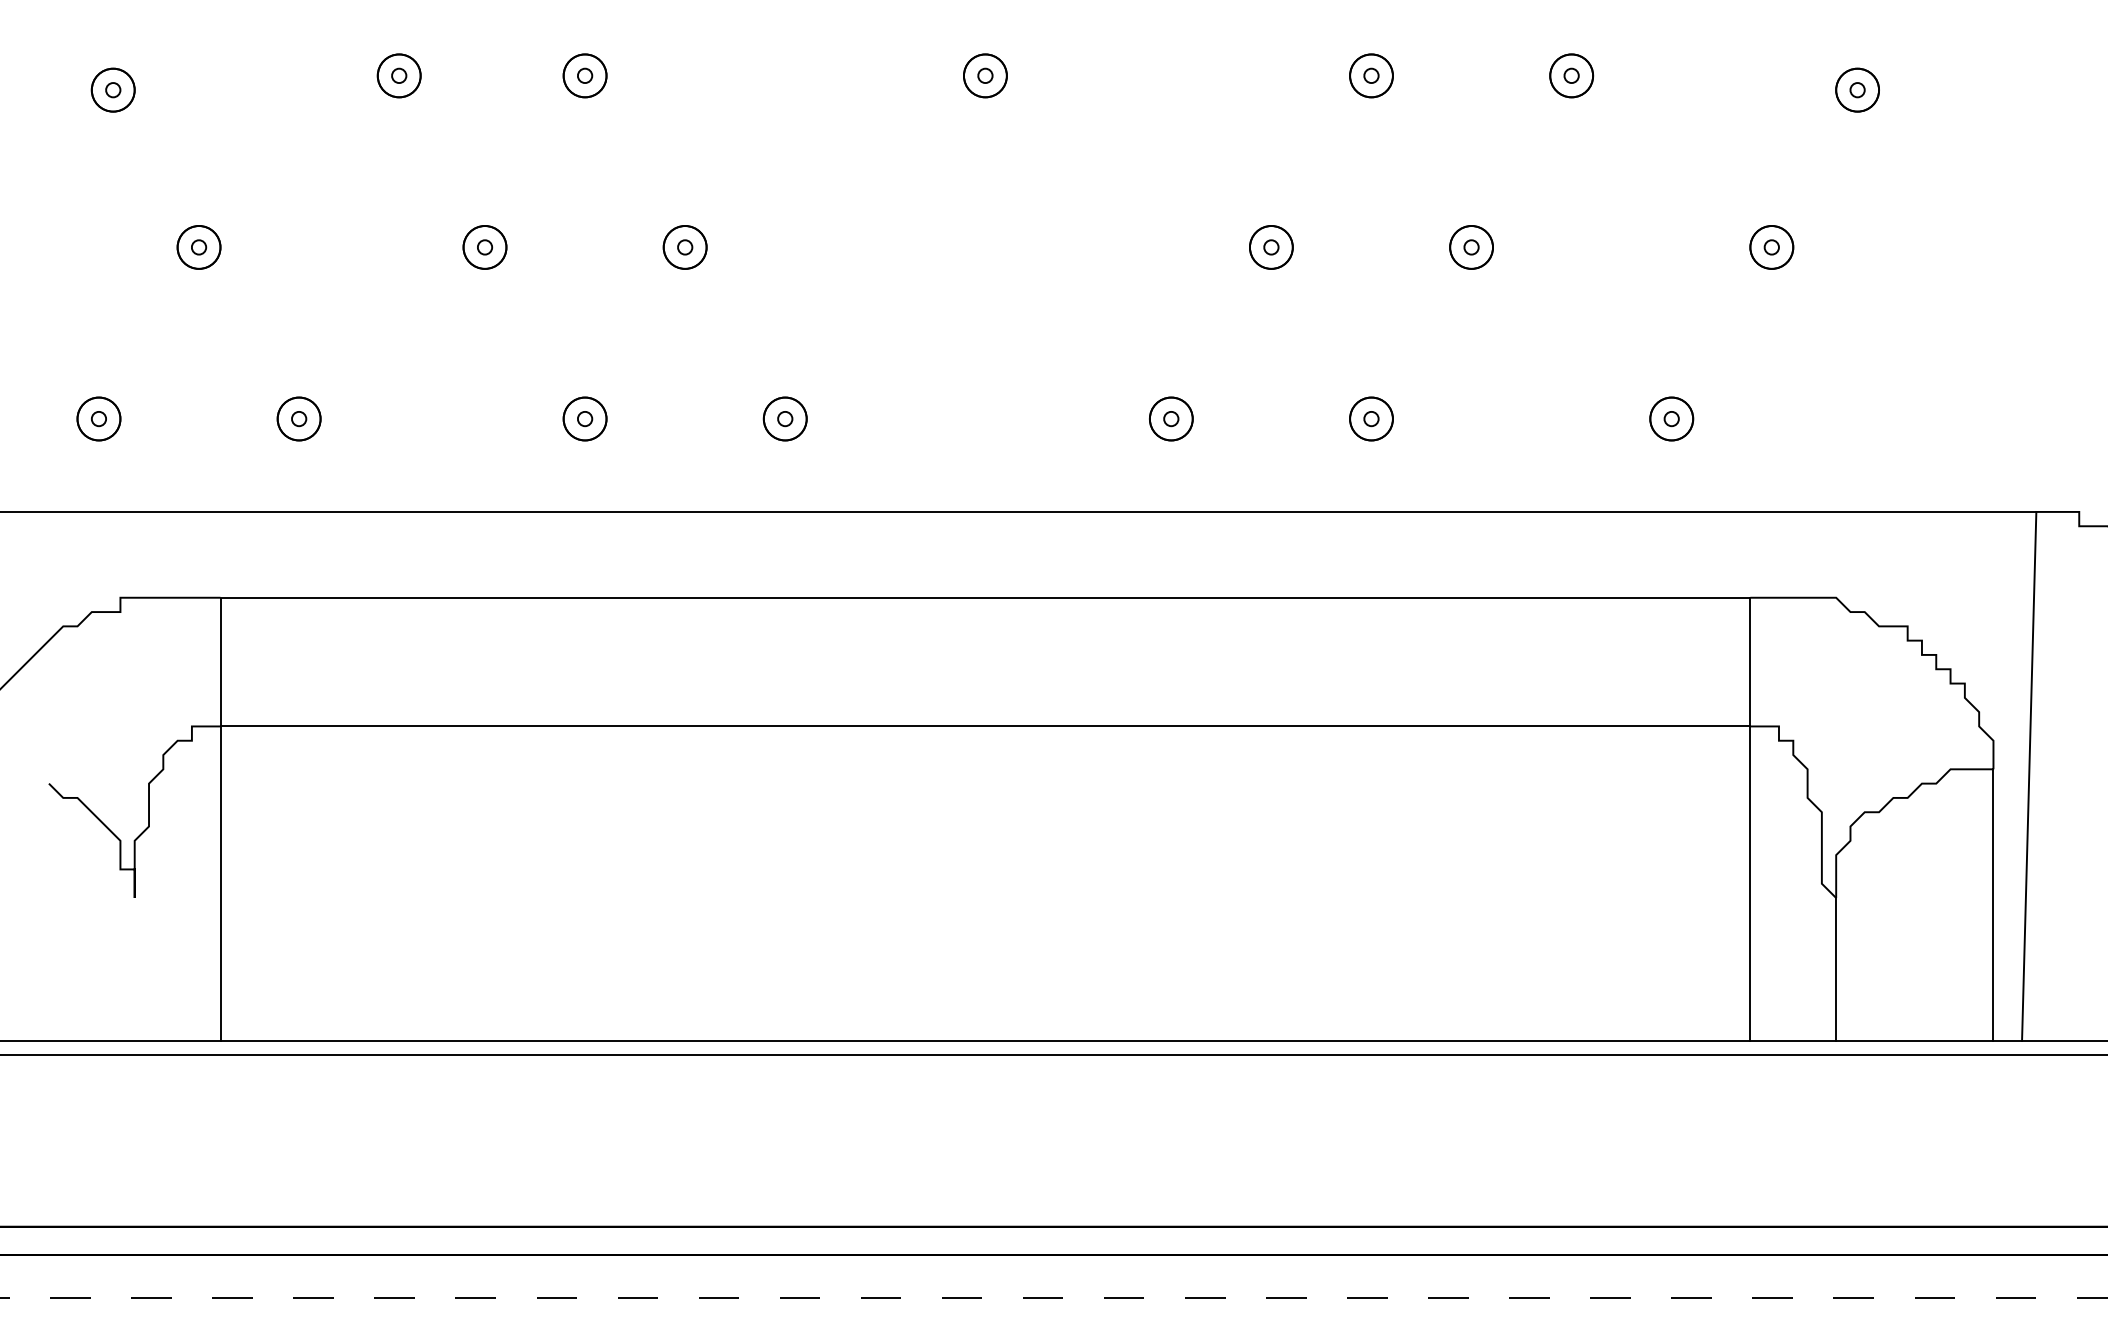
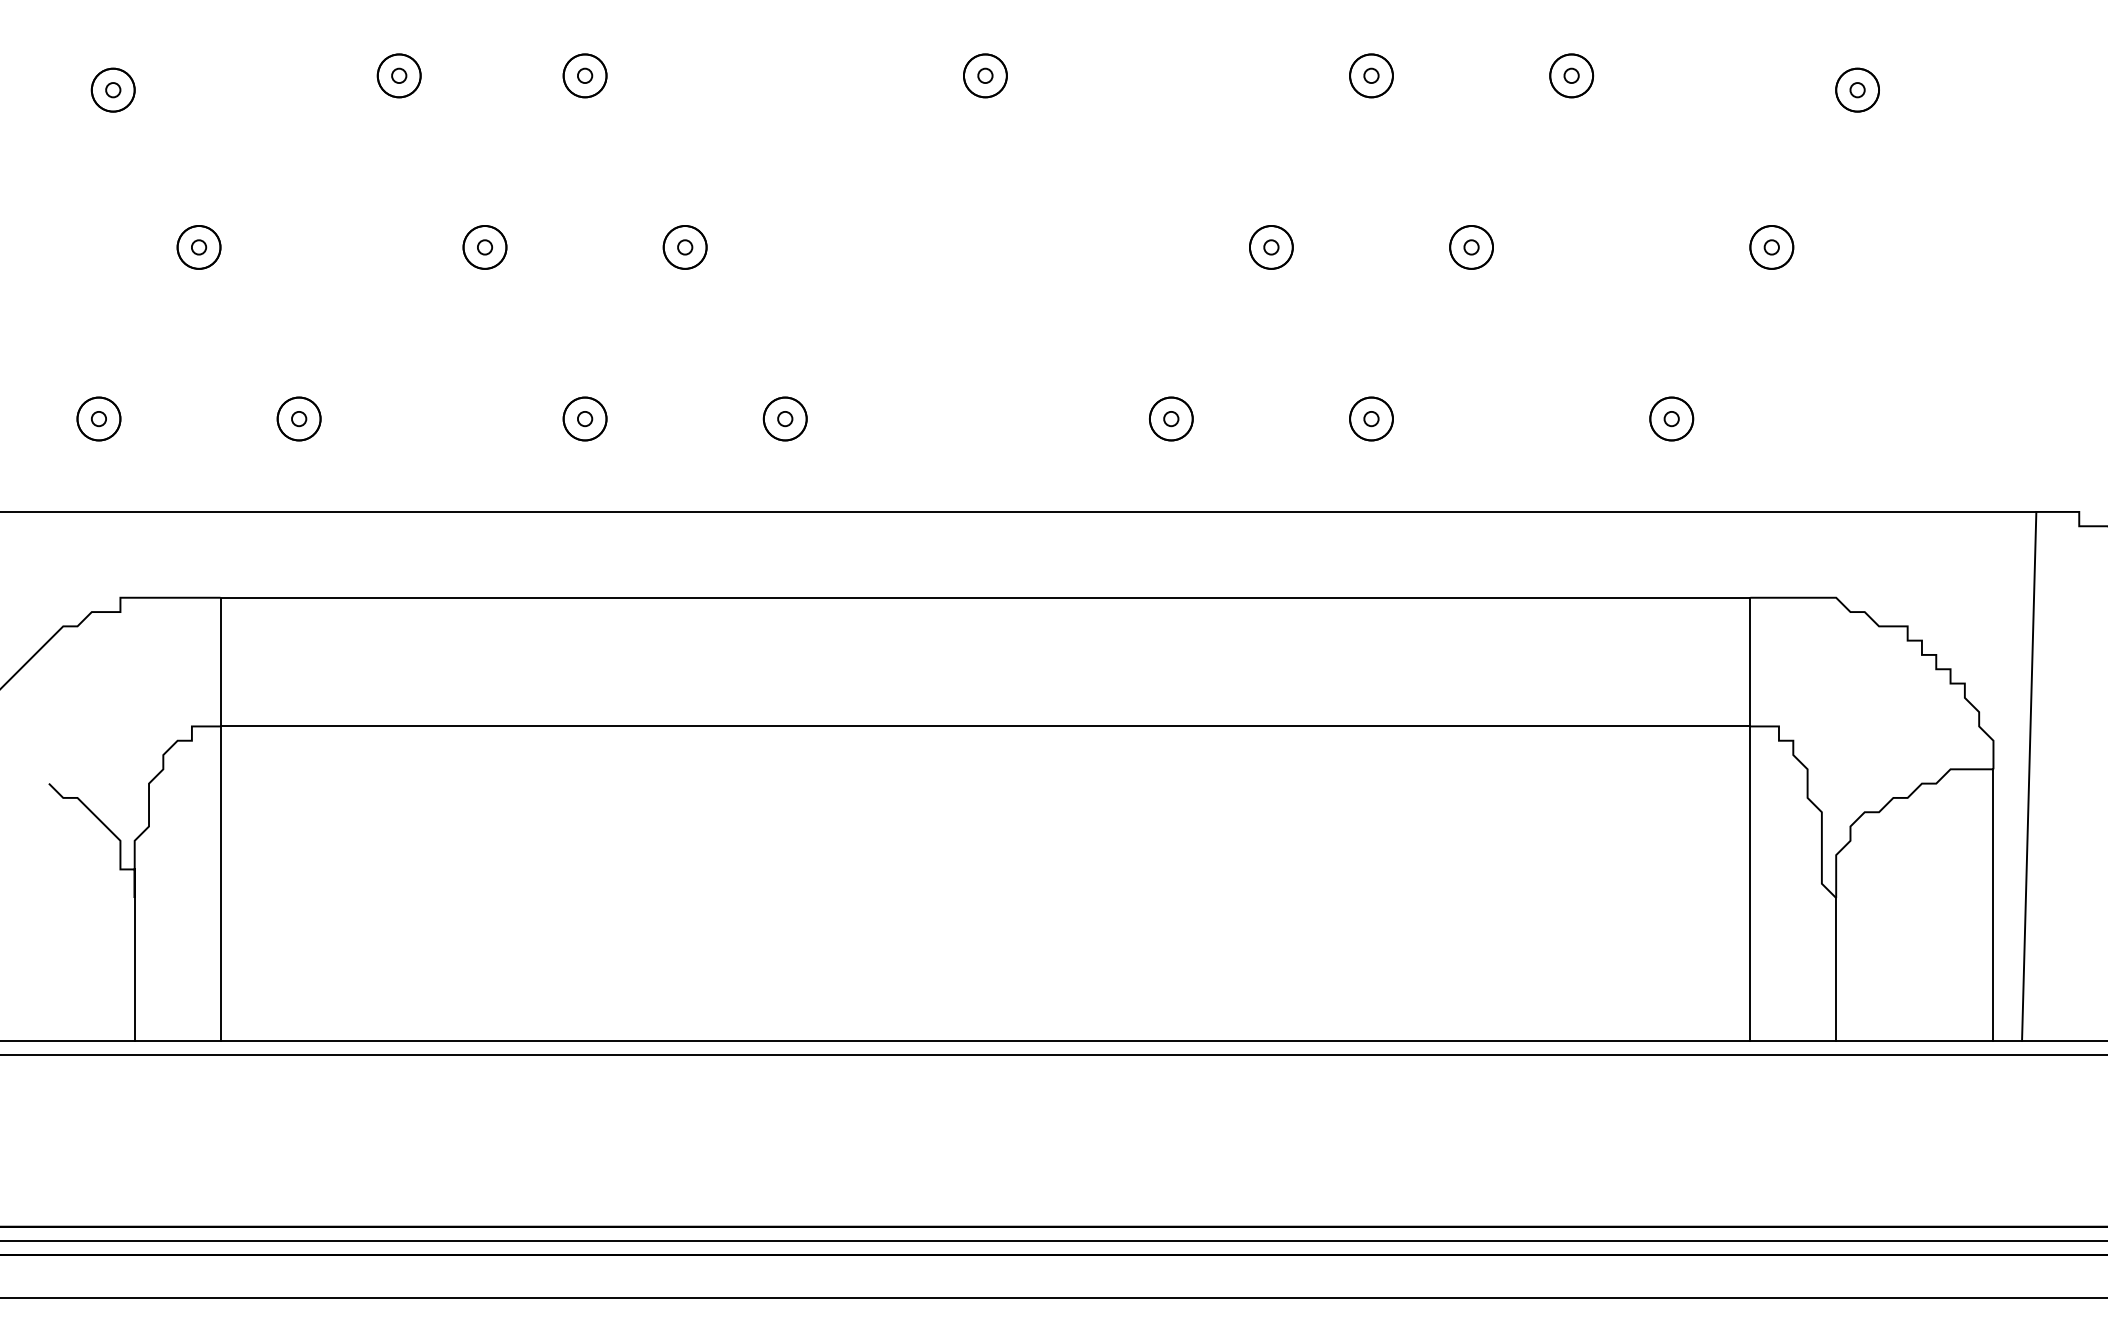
line at (134, 969): none -> present
line at (1053, 1241): none -> present
line at (1053, 1298): dashed -> solid
